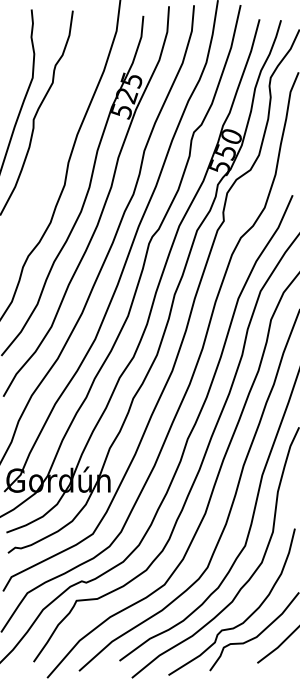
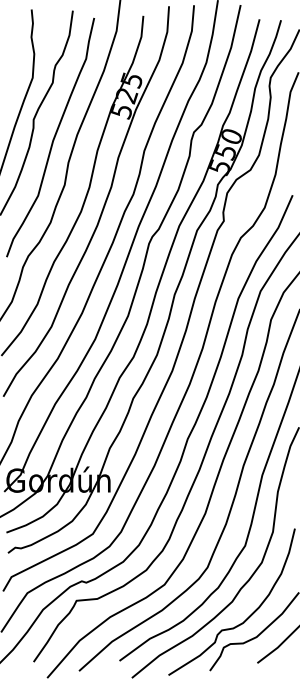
part at (50, 137): none -> present
